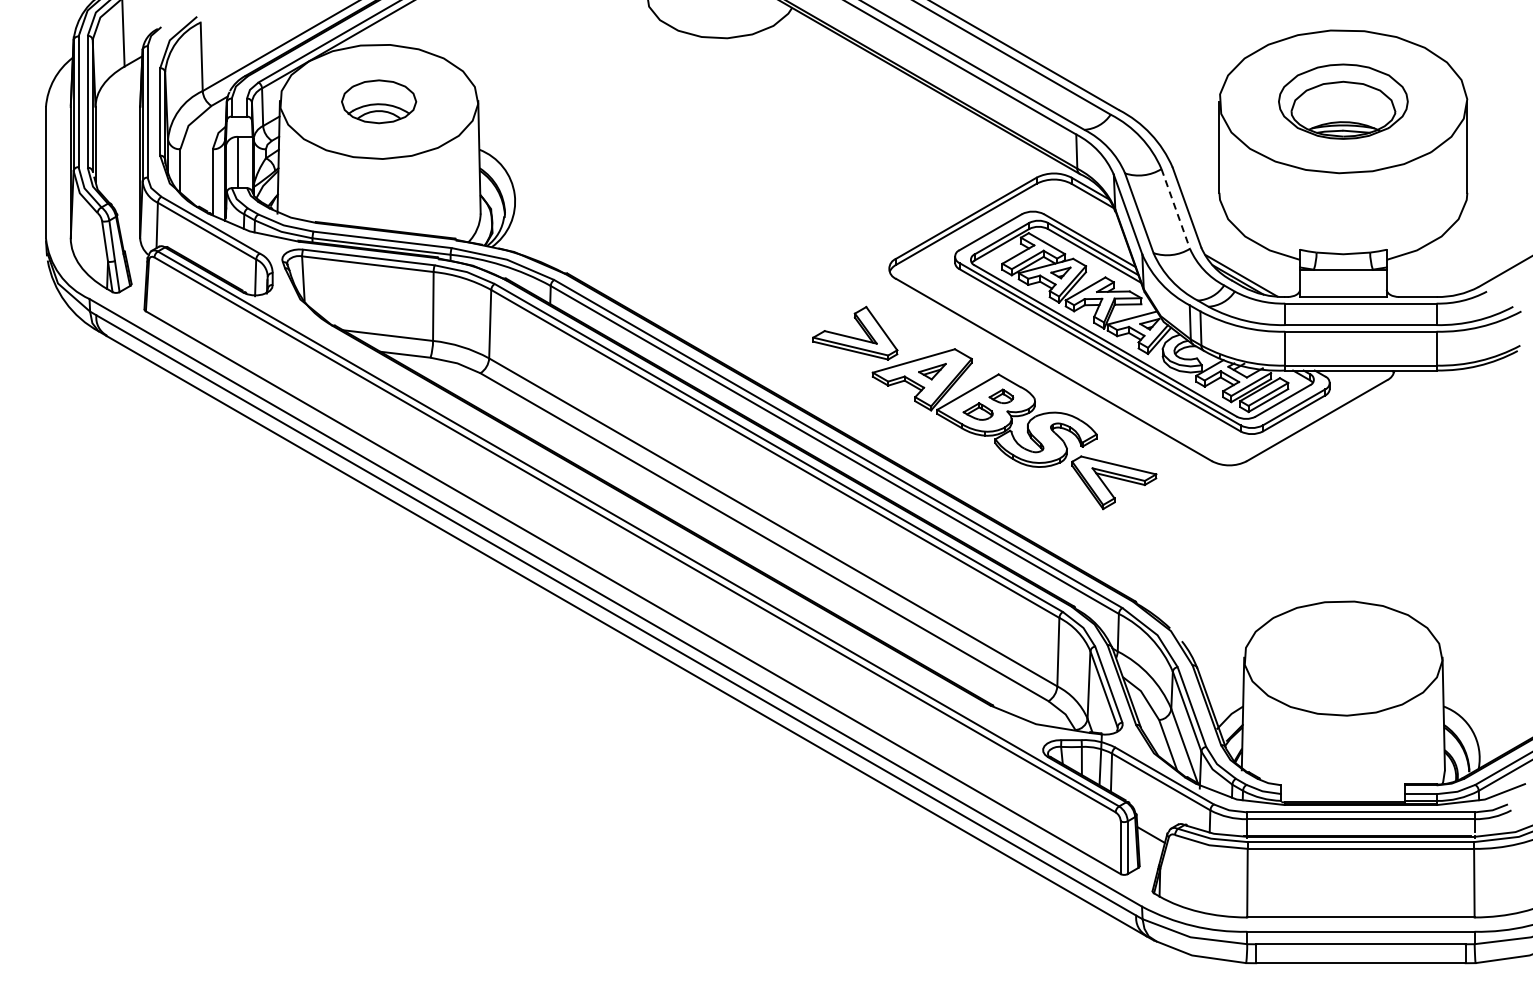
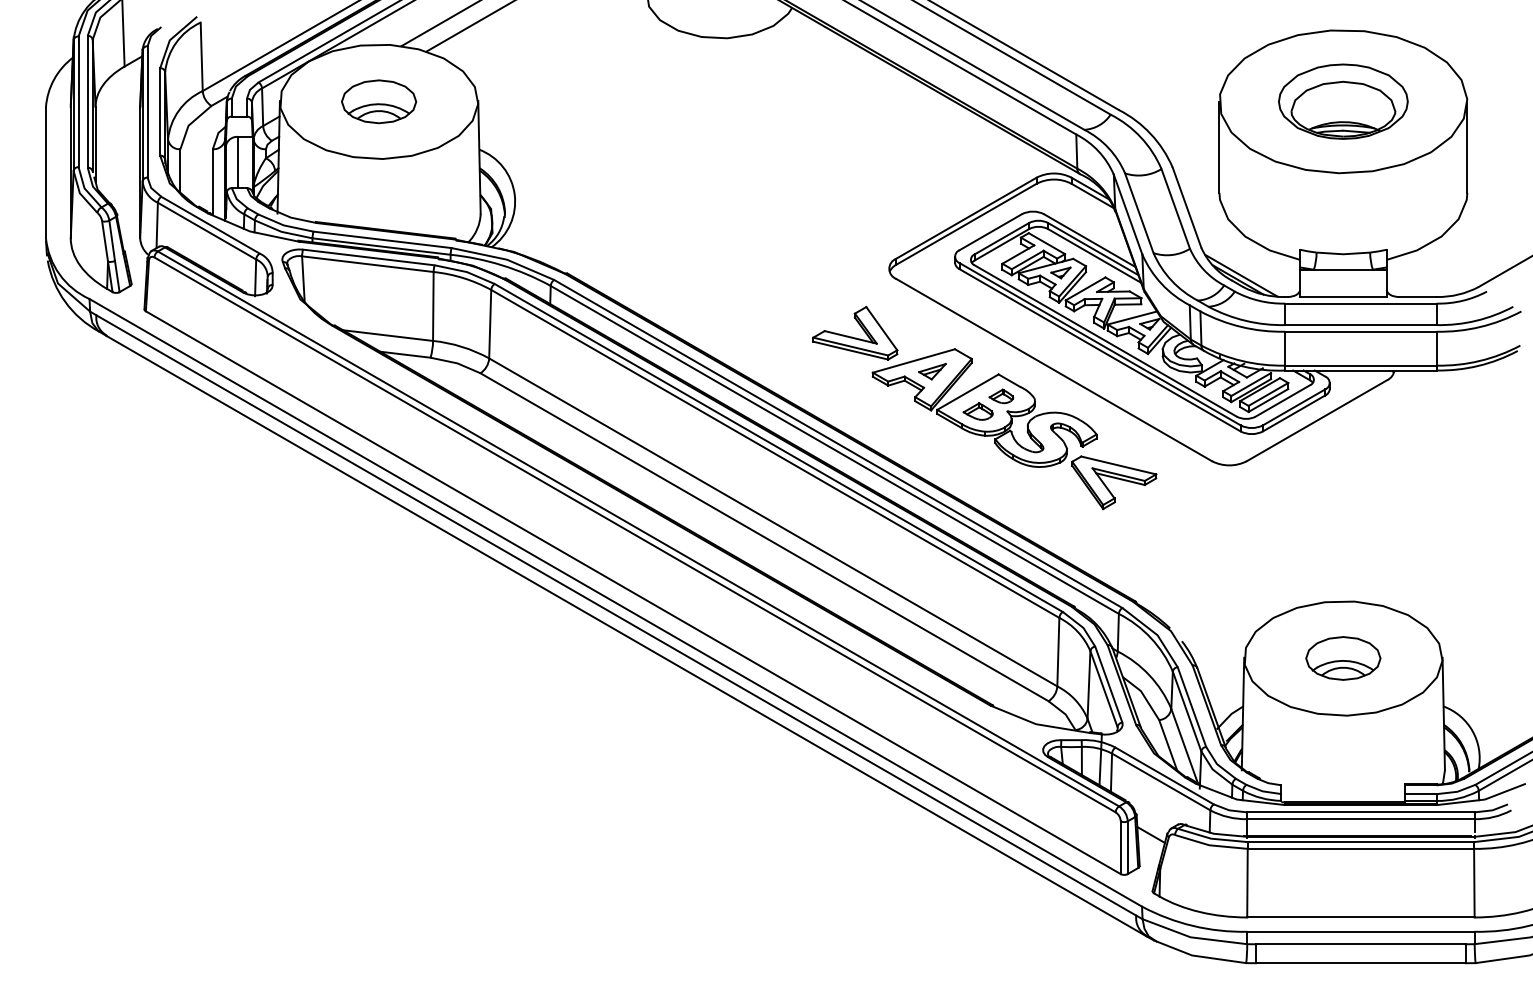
line at (439, 24): none -> present
line at (468, 26): none -> present
line at (1175, 209): dashed -> solid
part at (1343, 658): none -> present
